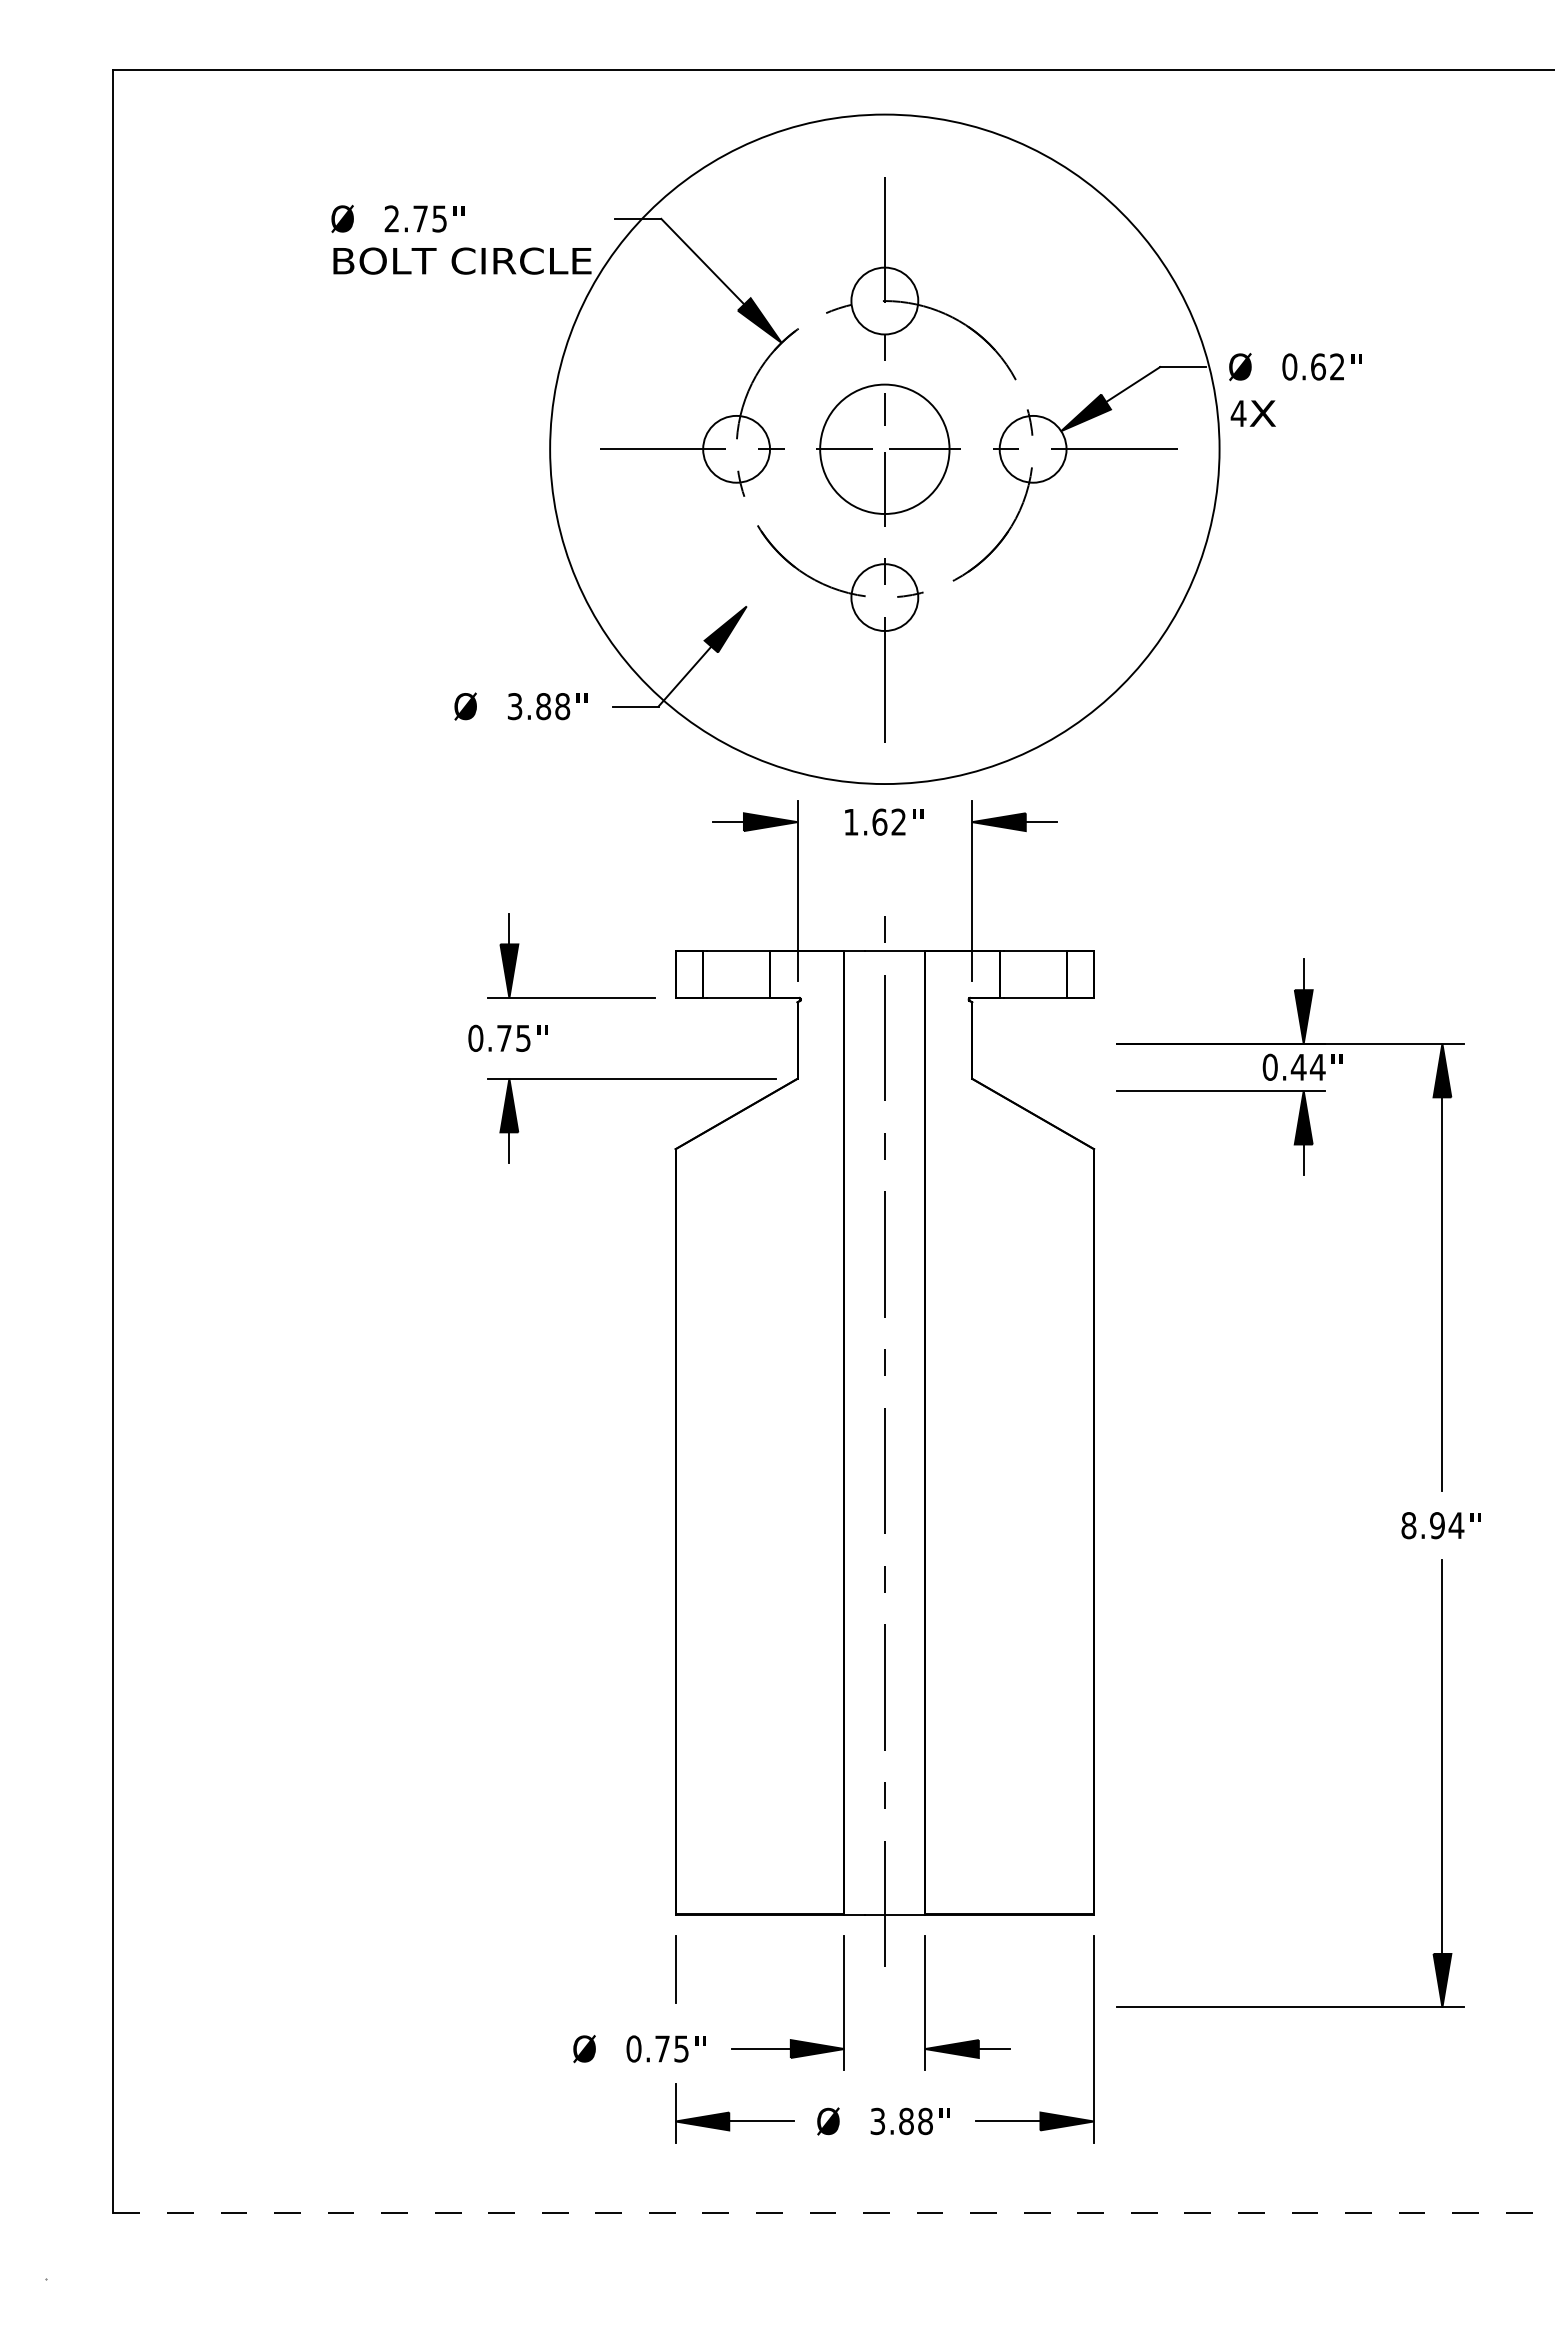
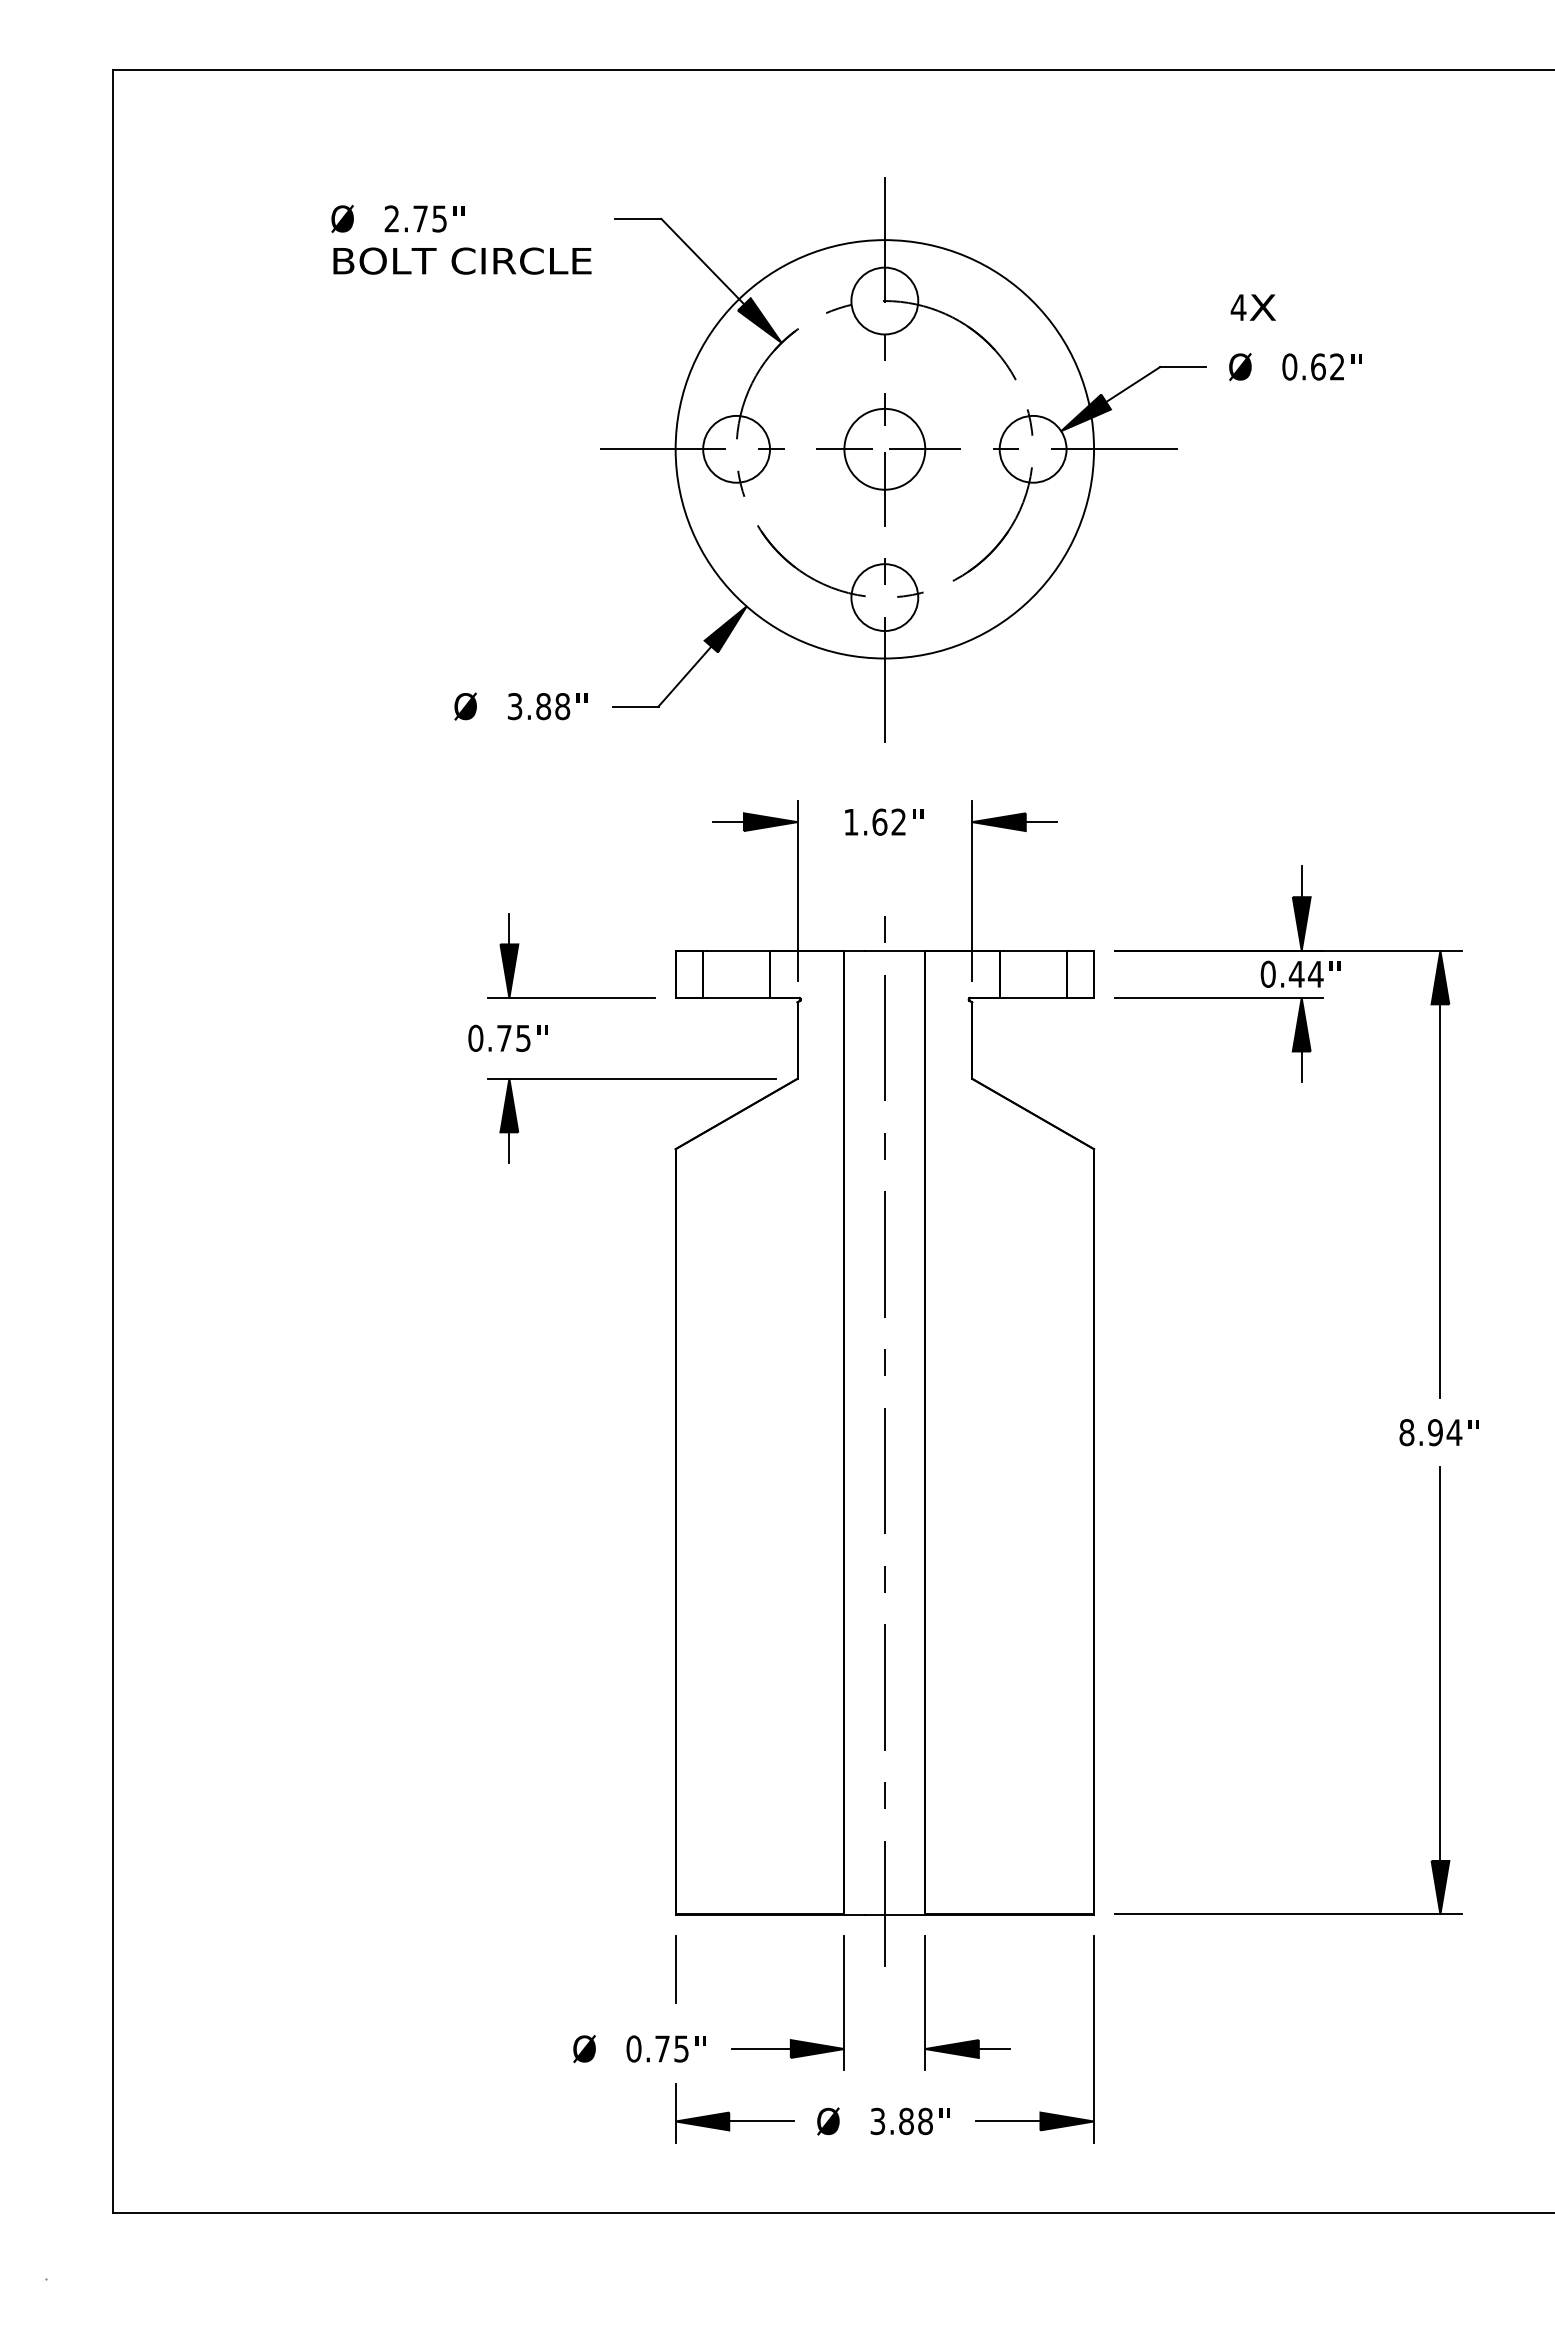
text at (1252, 413) position: (1252, 413) -> (1252, 307)
circle at (884, 449) diameter: 129 px -> 81 px
circle at (884, 449) diameter: 669 px -> 418 px
part at (1402, 1515) position: (1402, 1515) -> (1400, 1422)
line at (834, 2212): dashed -> solid
